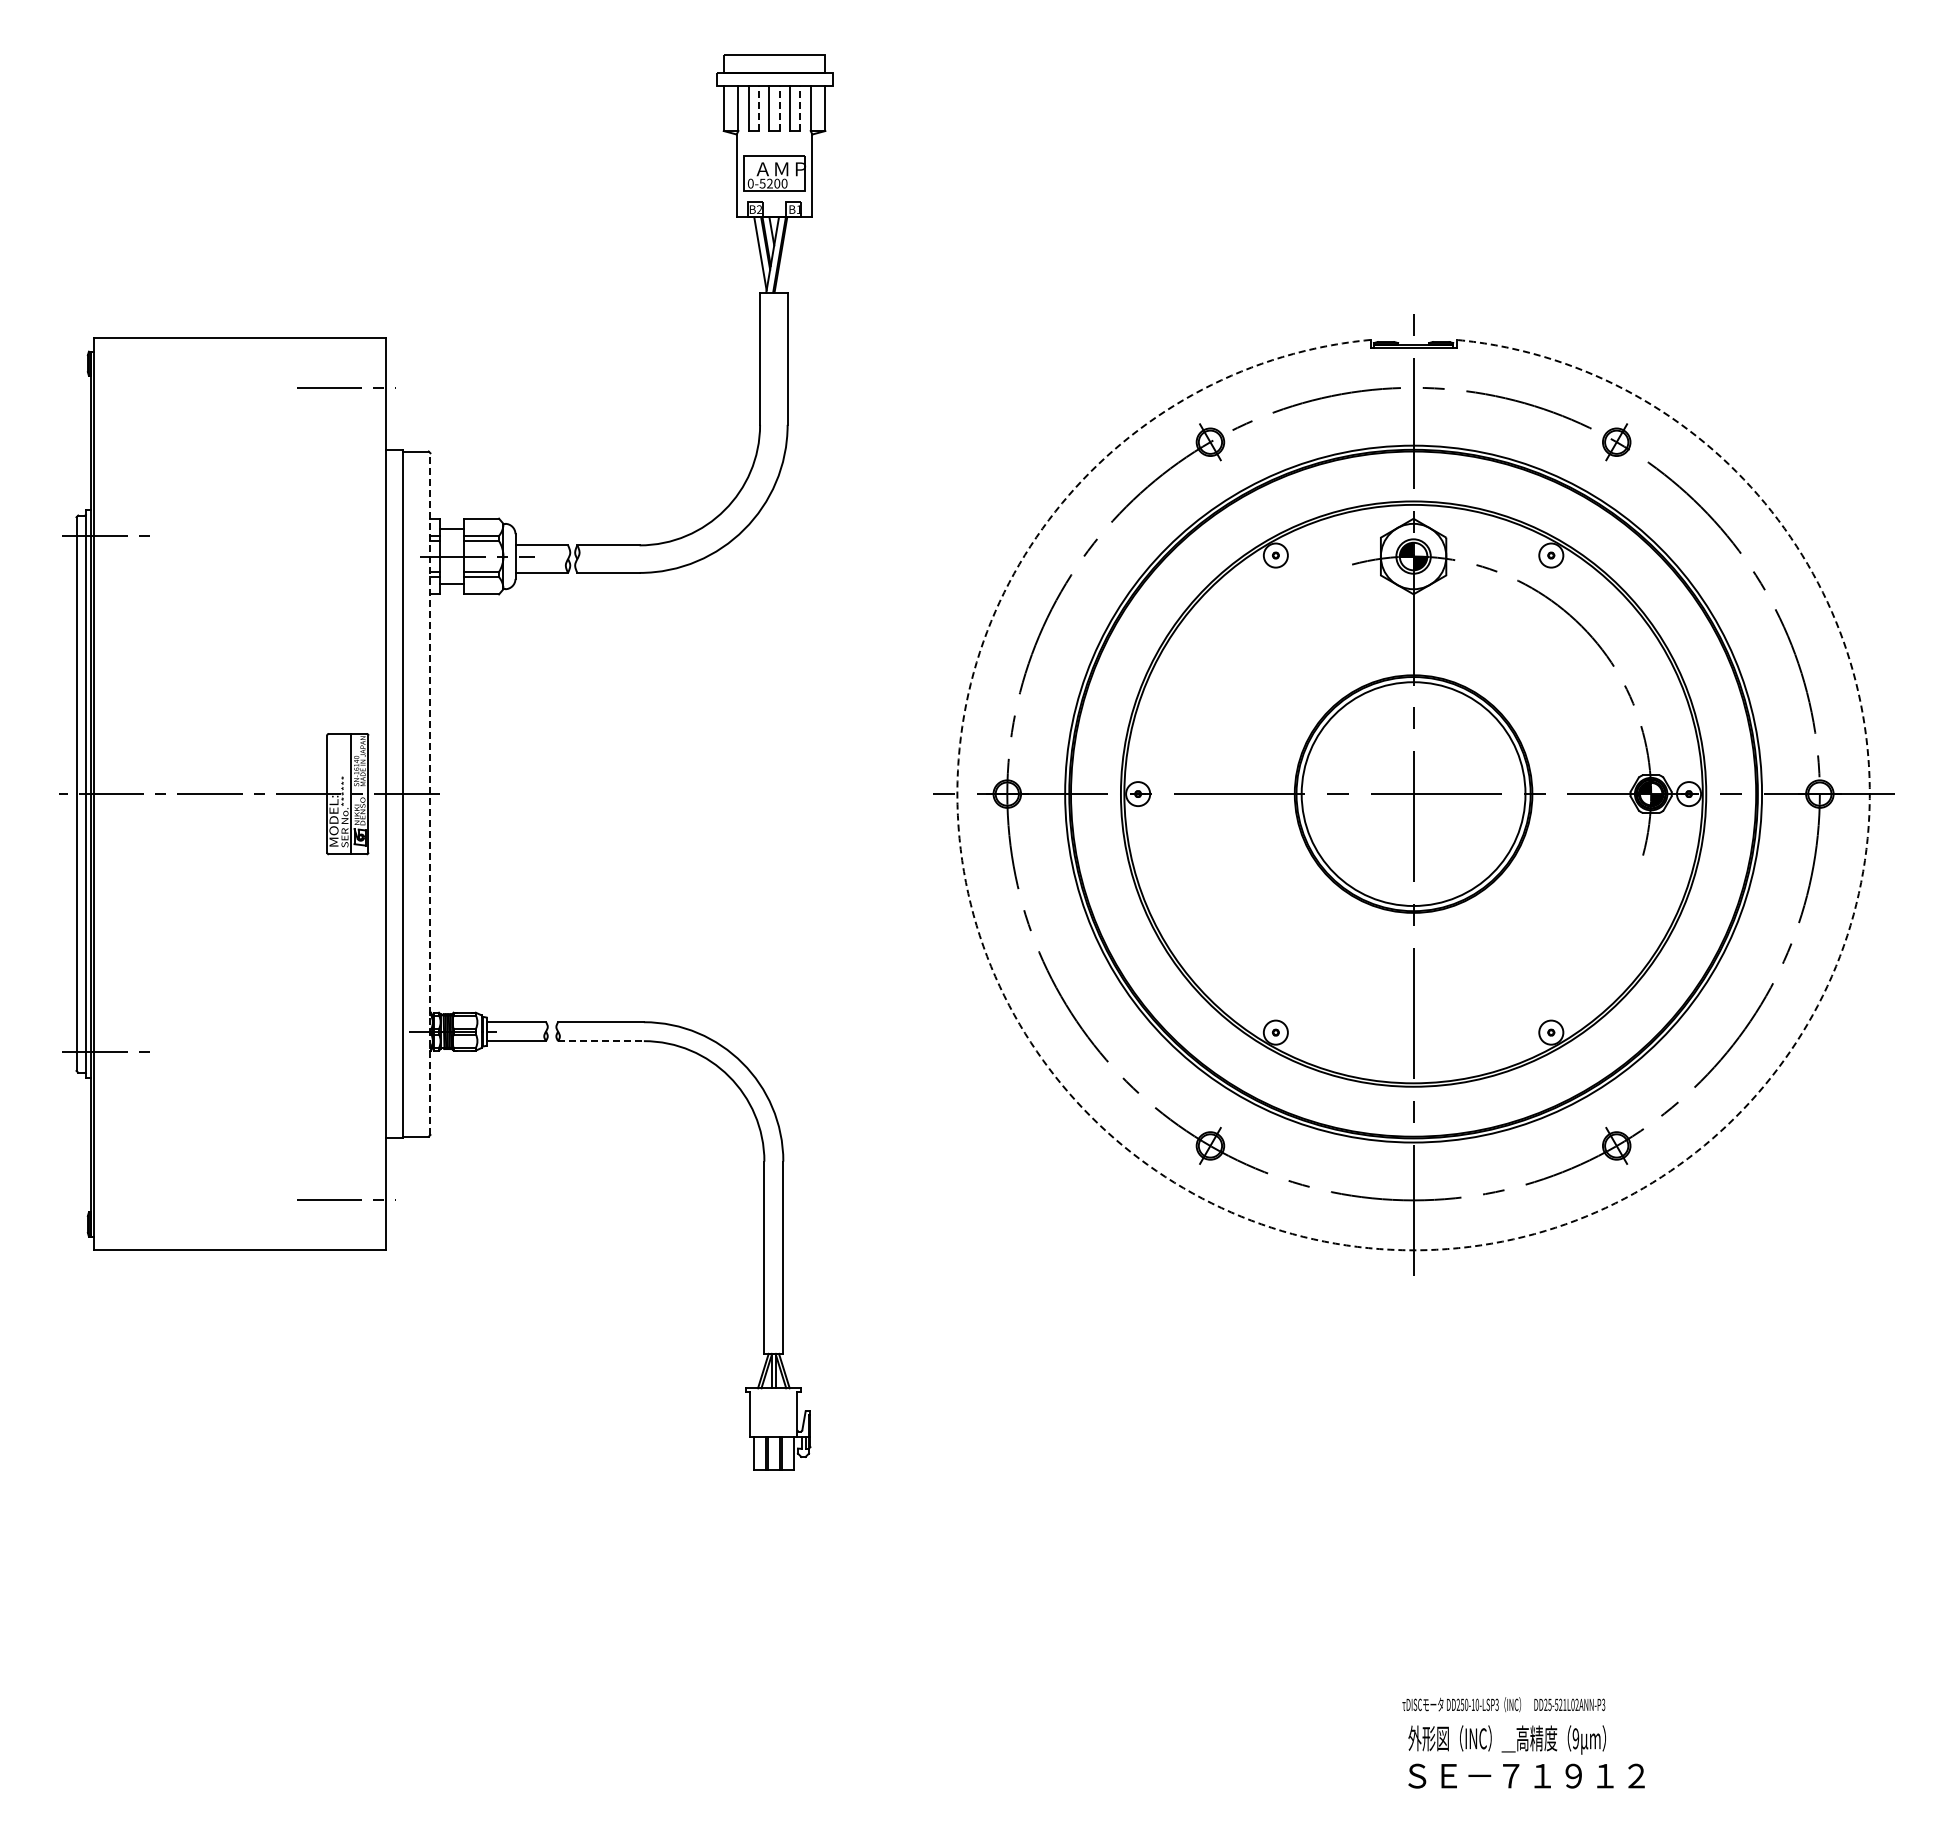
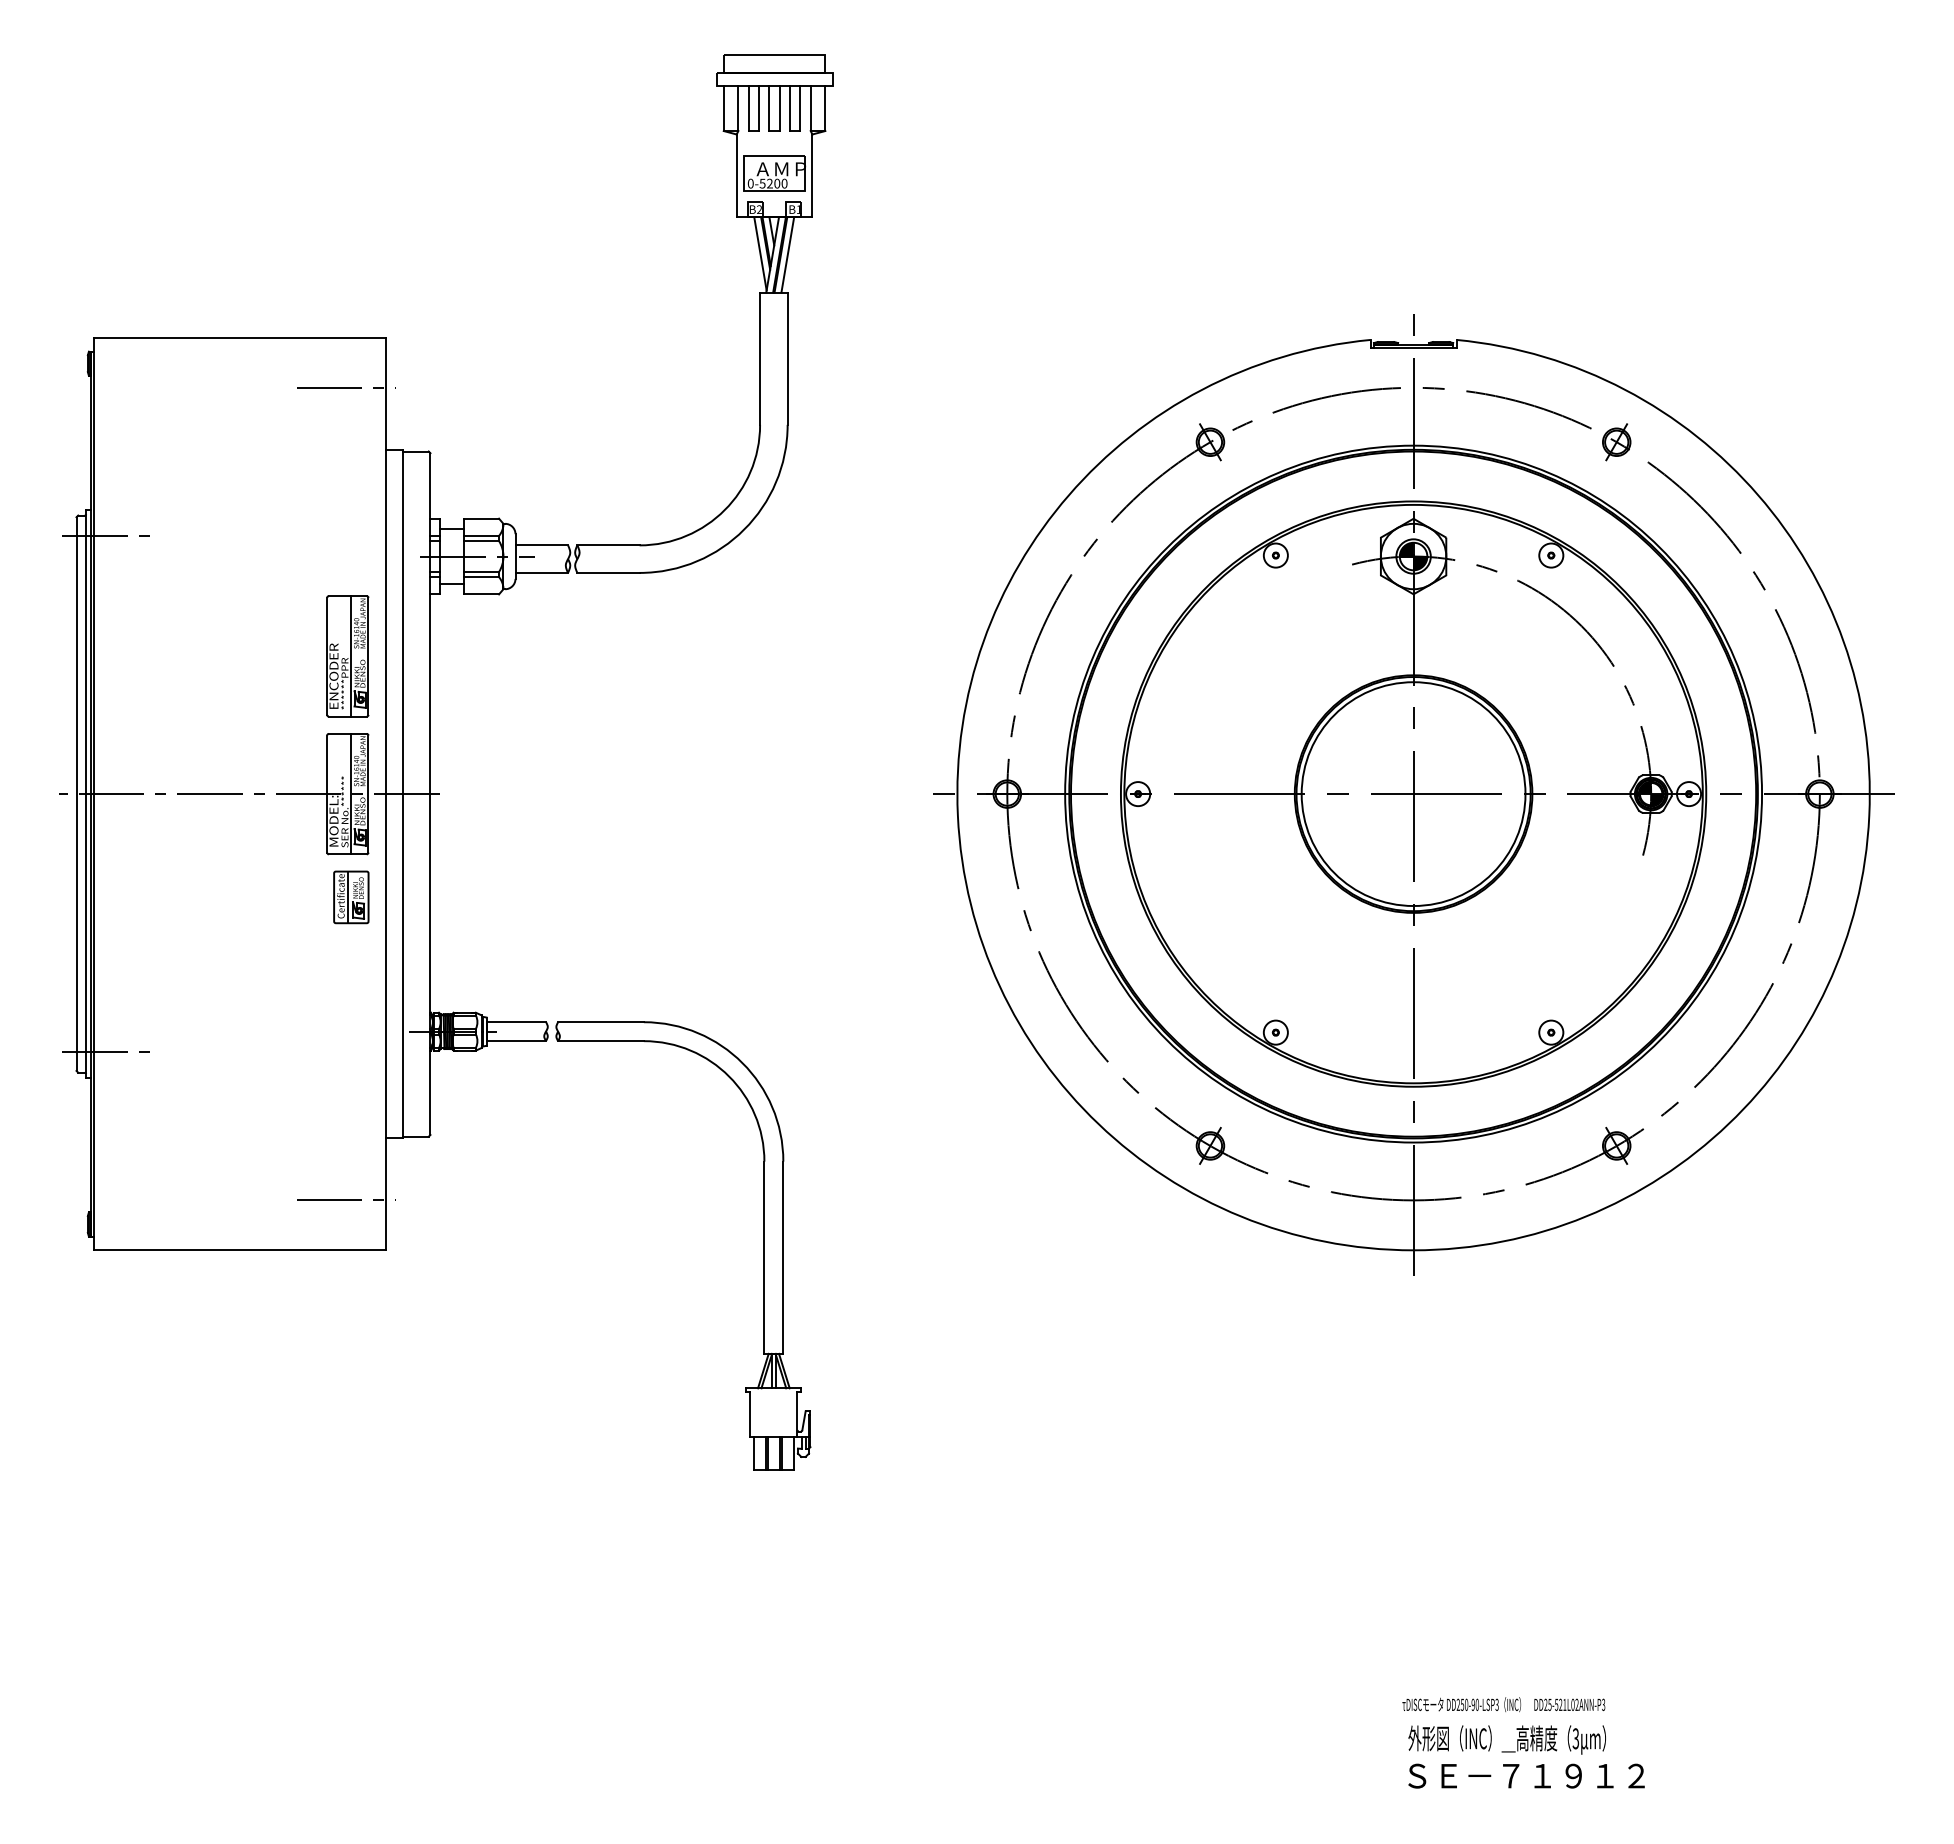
line at (759, 108): dashed -> solid
line at (779, 108): dashed -> solid
line at (800, 108): dashed -> solid
line at (787, 254): none -> present
part at (347, 656): none -> present
line at (430, 794): dashed -> solid
part at (351, 897): none -> present
line at (601, 1041): dashed -> solid
arc at (1413, 1250): dashed -> solid
text at (1472, 1704): DD250-10-LSP3 -> DD250-90-LSP3
text at (1575, 1738): 9 -> 3
